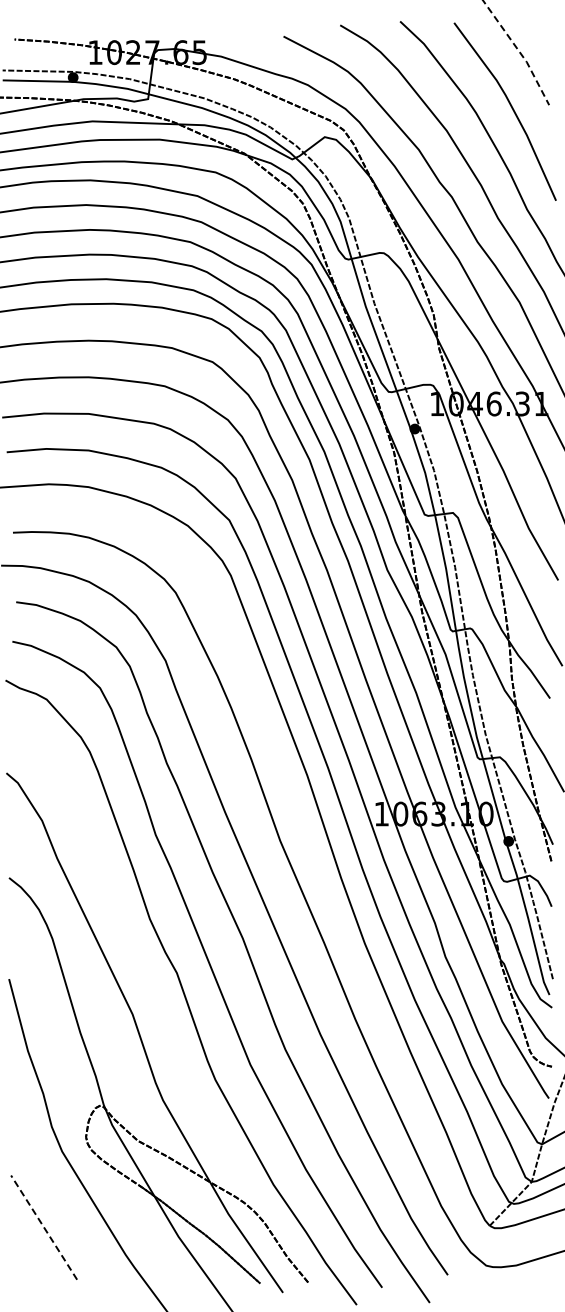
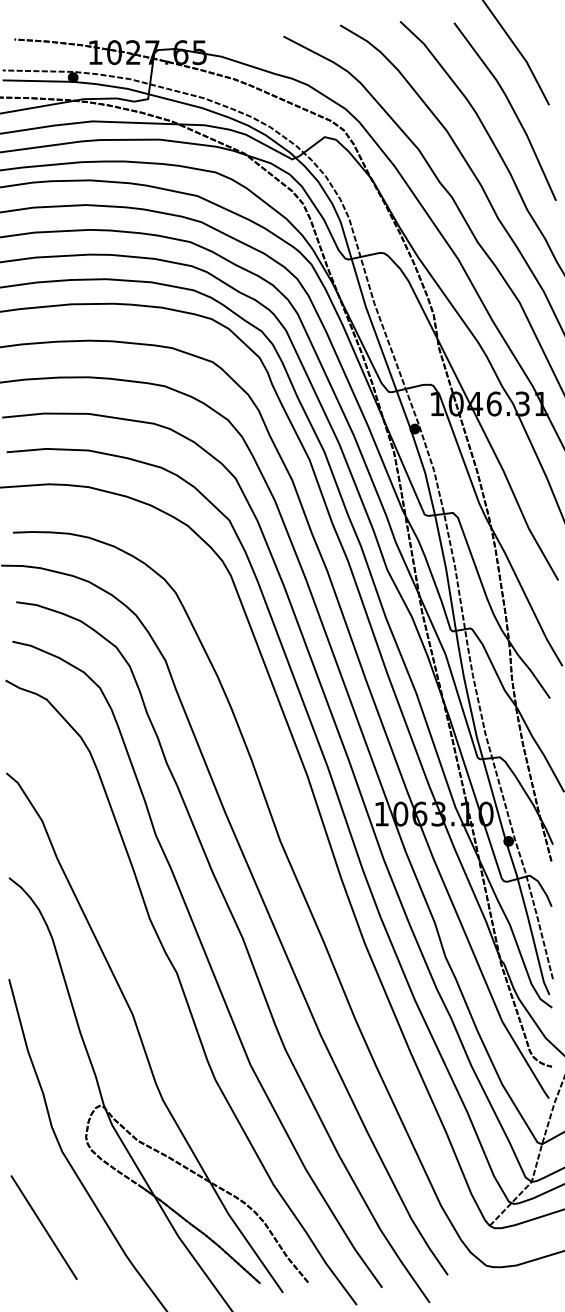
line at (519, 51): dashed -> solid
line at (44, 1227): dashed -> solid
